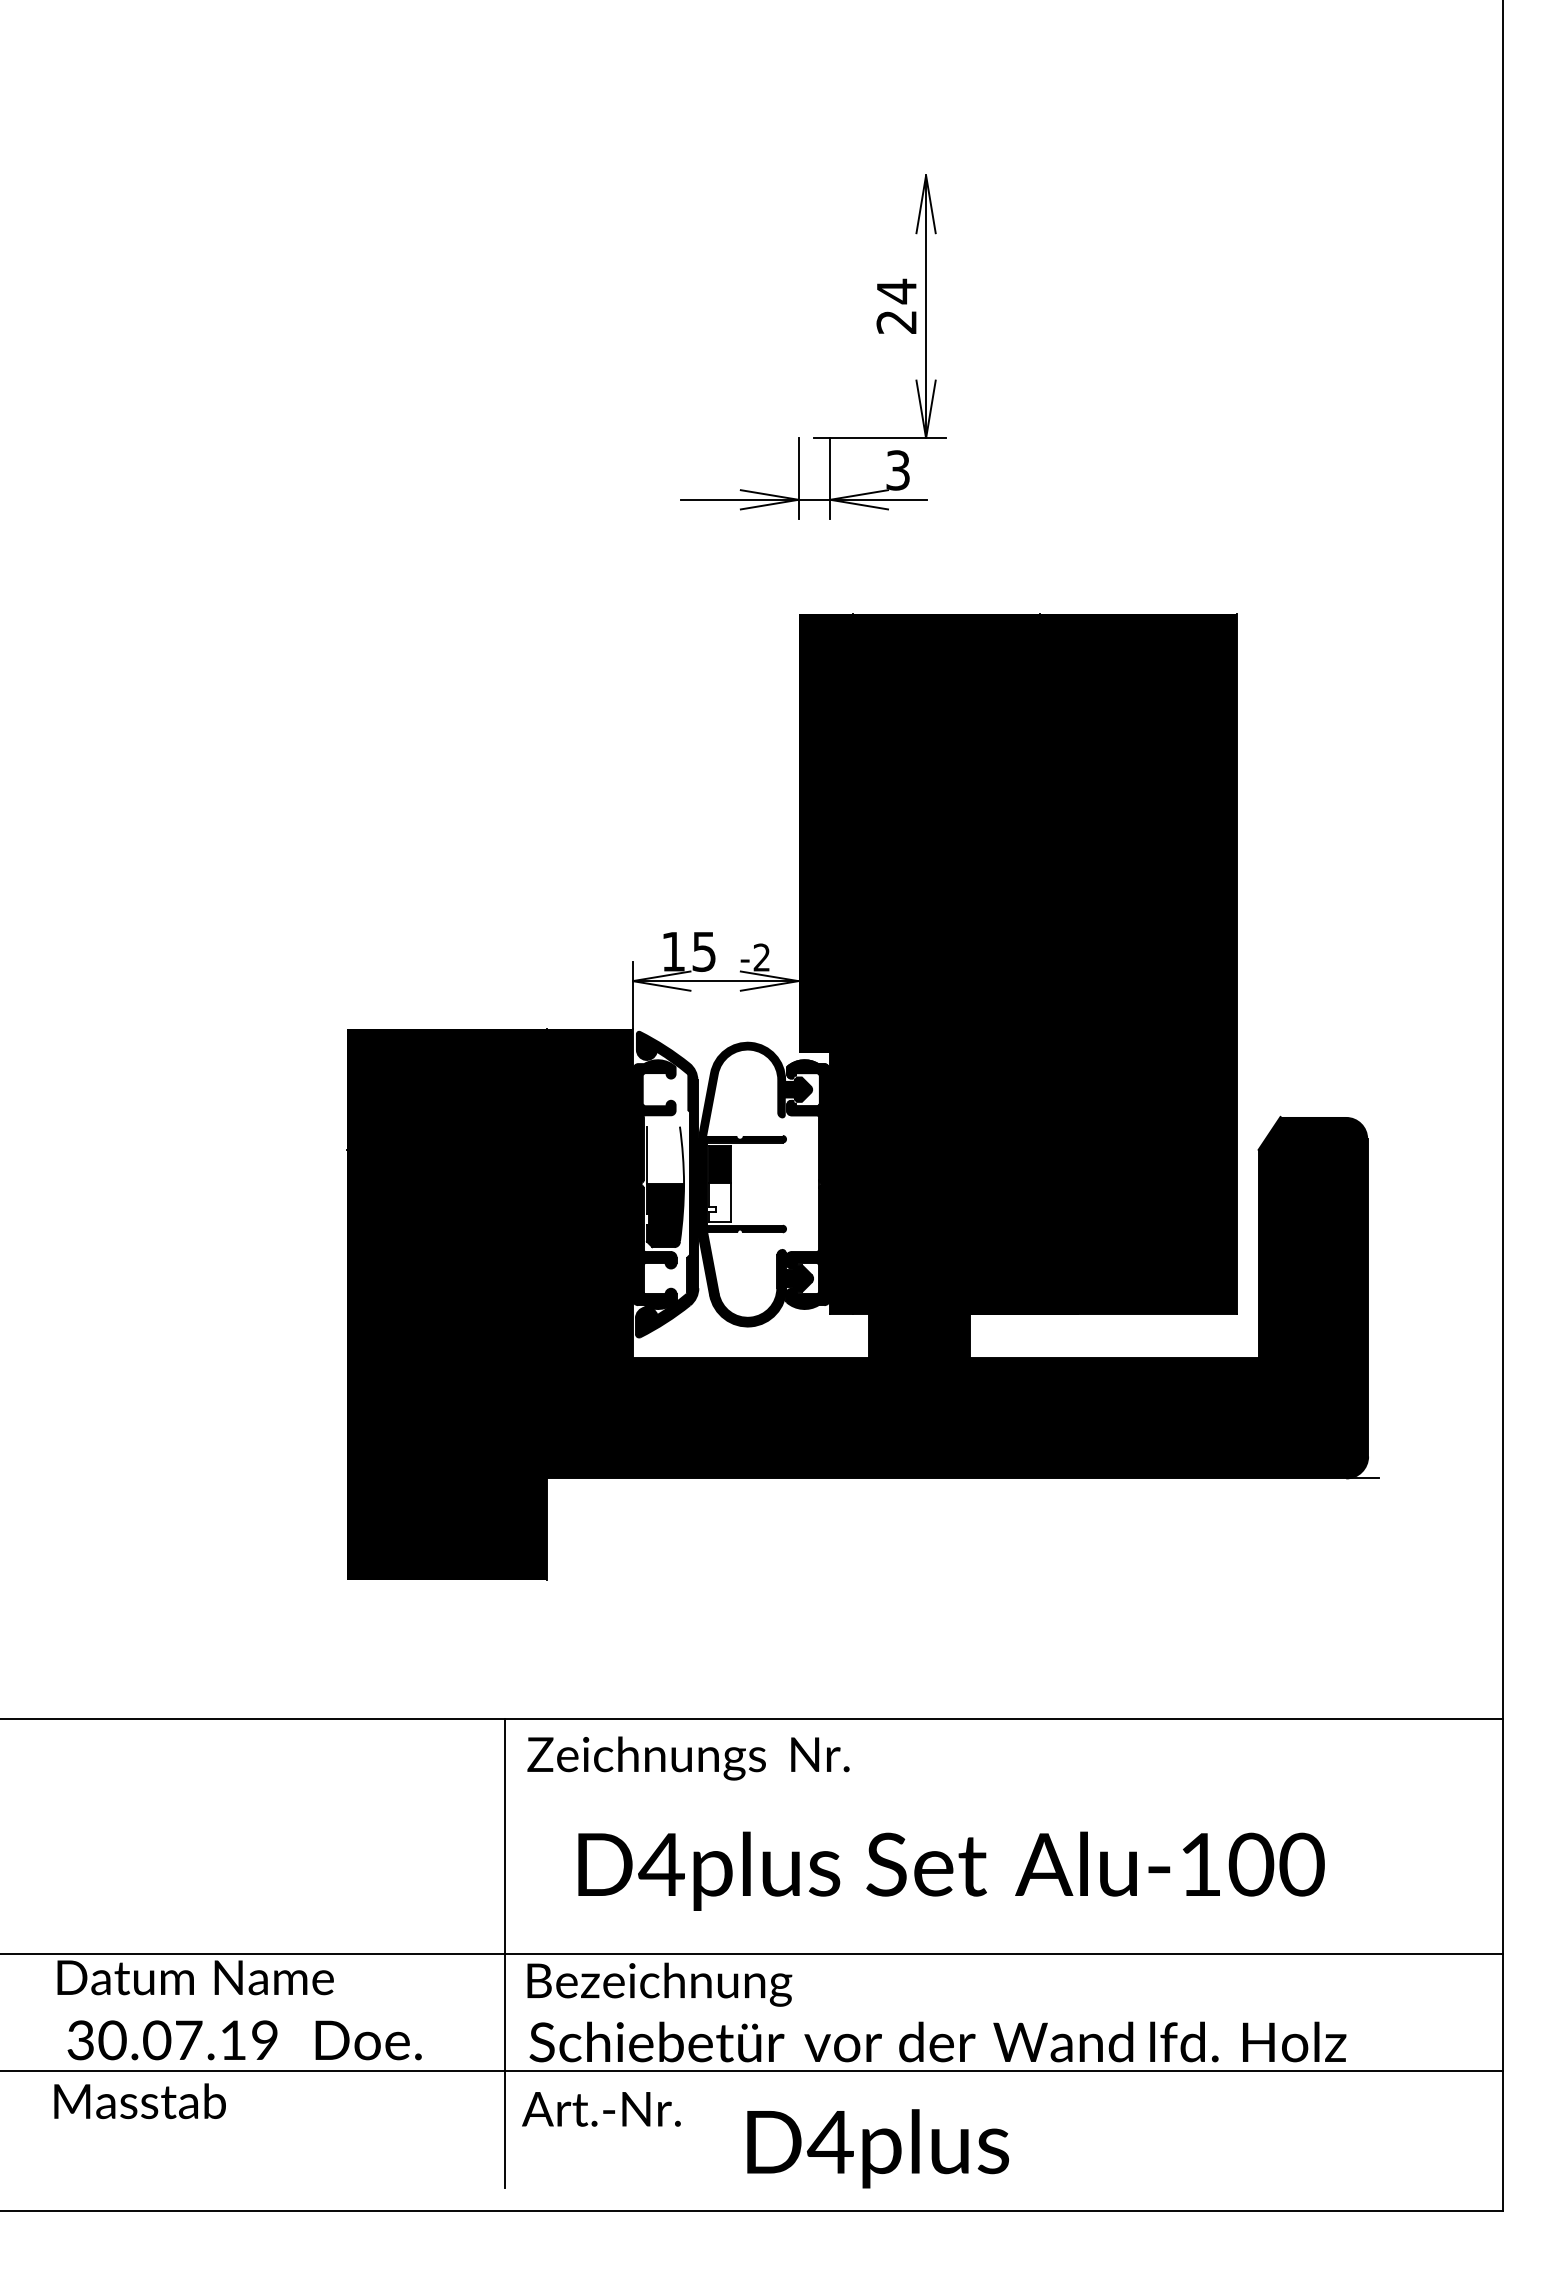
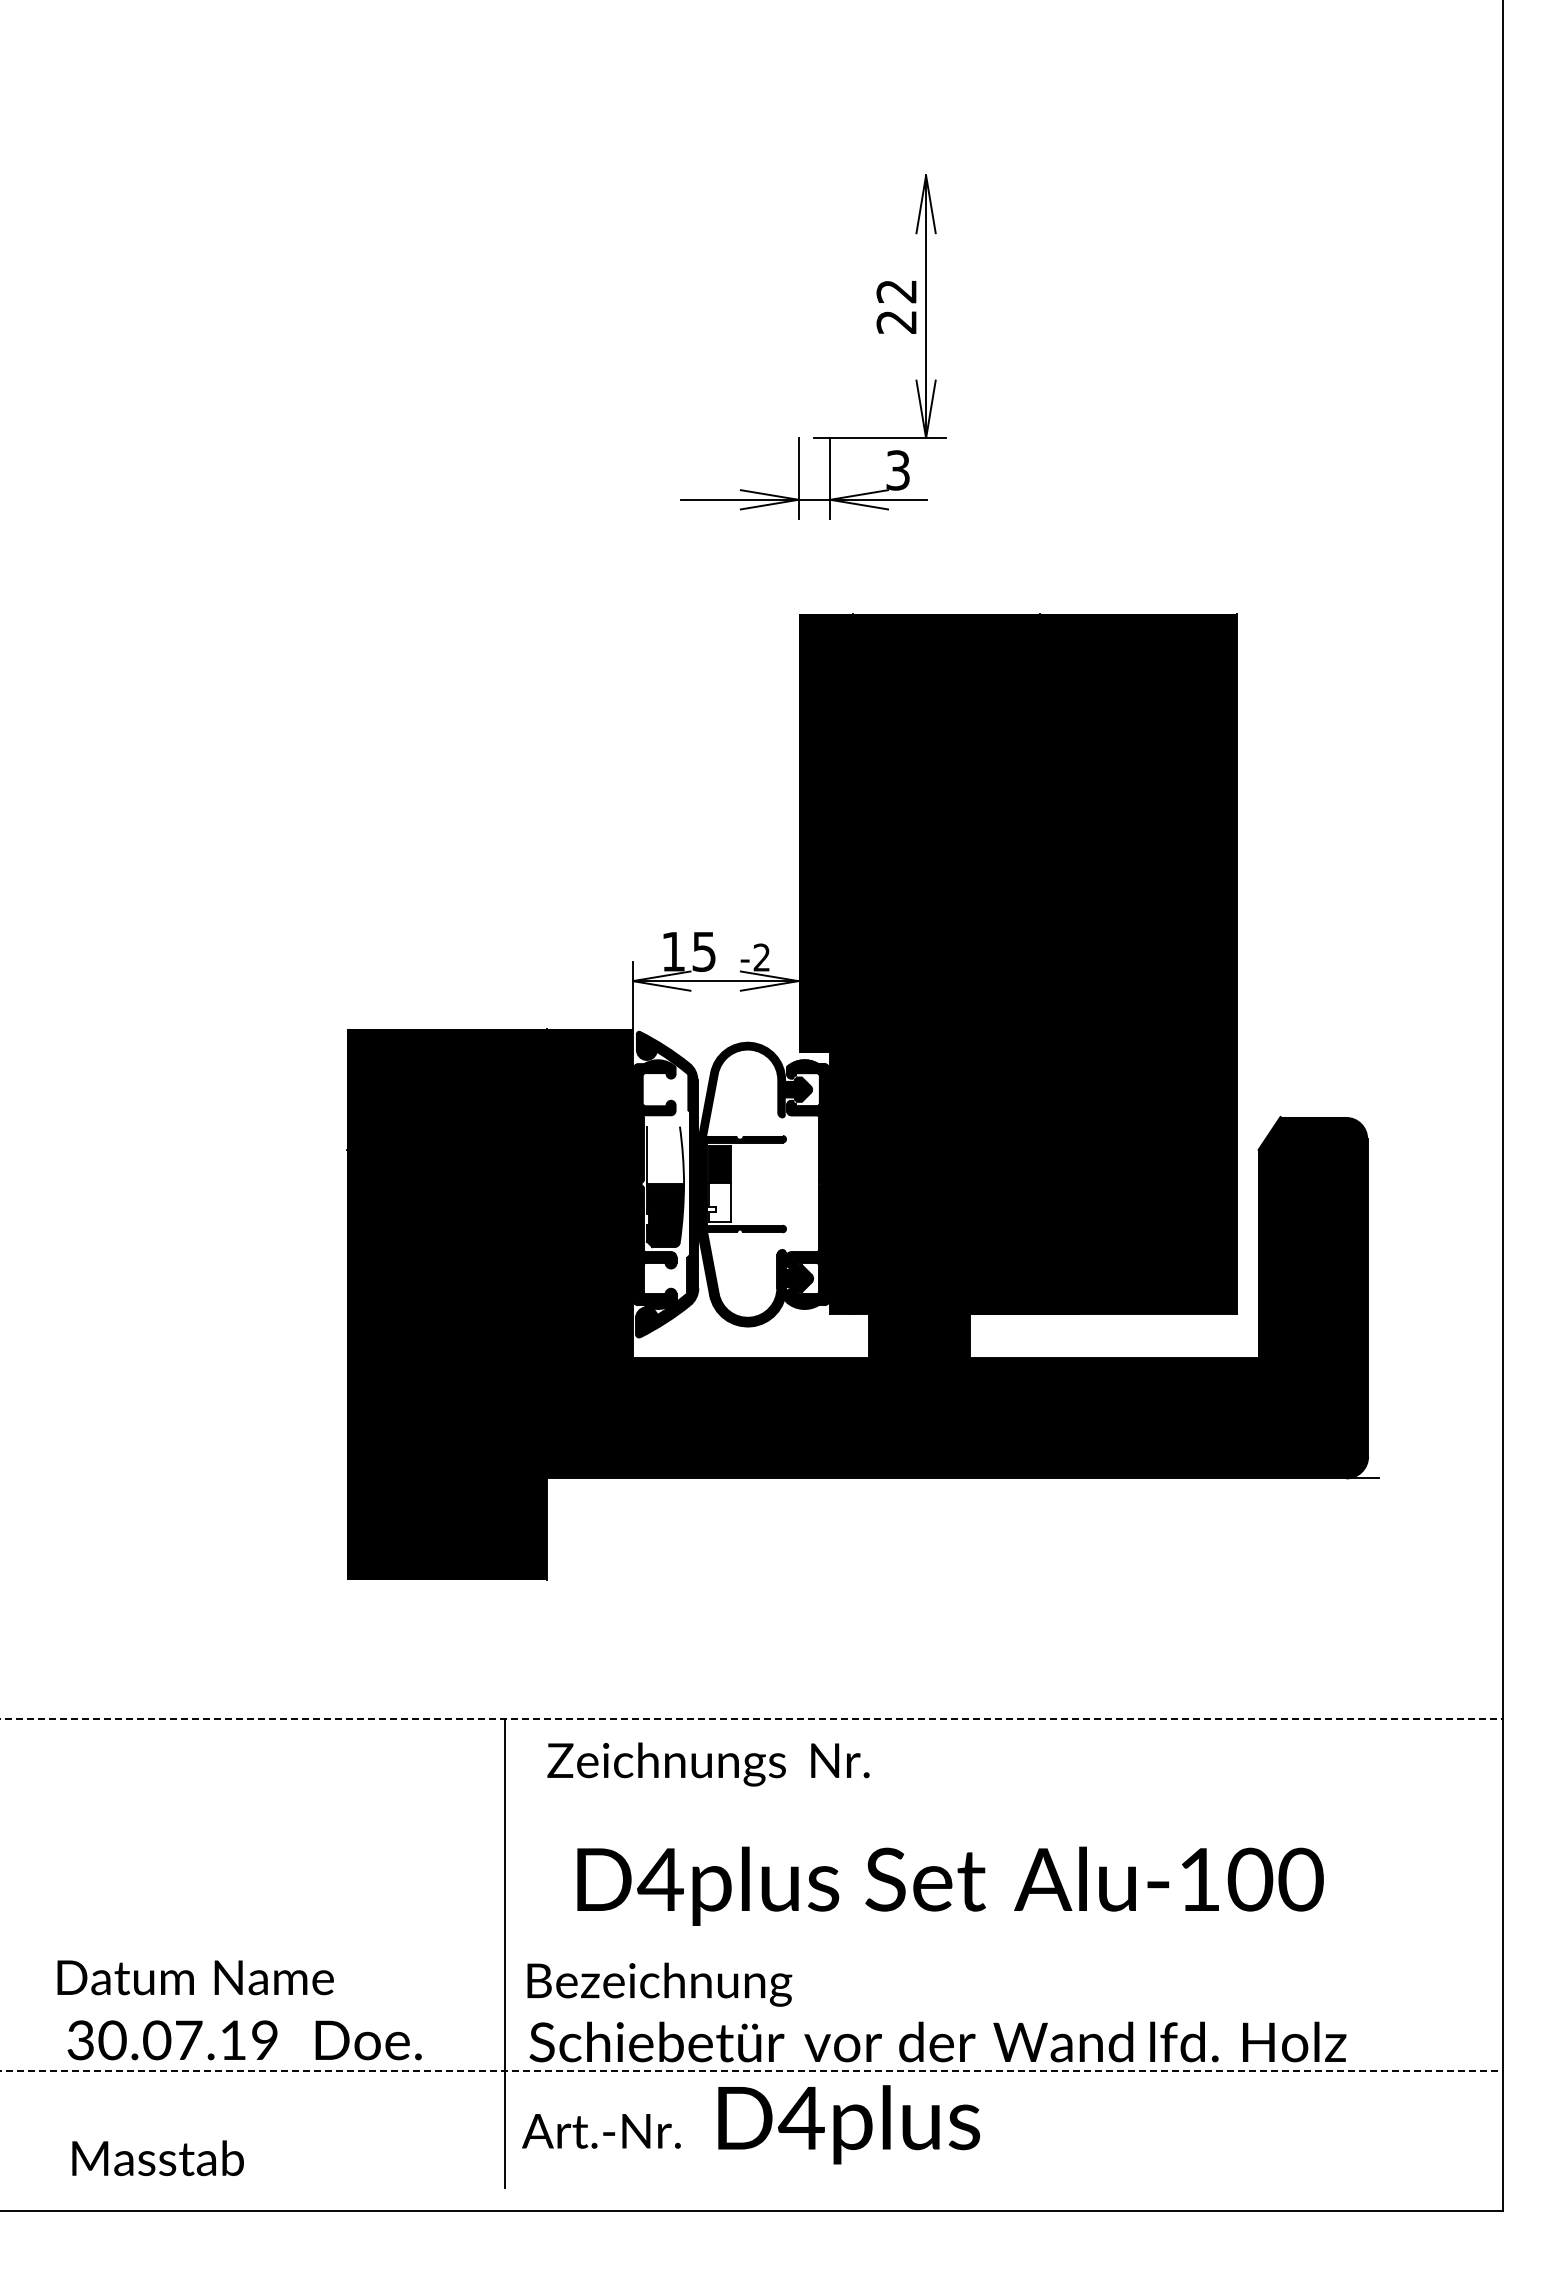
text at (896, 291): 24 -> 22
line at (752, 1718): solid -> dashed
text at (688, 1758) position: (688, 1758) -> (708, 1764)
text at (951, 1870) position: (951, 1870) -> (950, 1885)
line at (752, 1953): present -> none
line at (752, 2070): solid -> dashed
text at (139, 2101) position: (139, 2101) -> (157, 2158)
text at (601, 2109) position: (601, 2109) -> (601, 2131)
text at (877, 2148) position: (877, 2148) -> (848, 2124)
